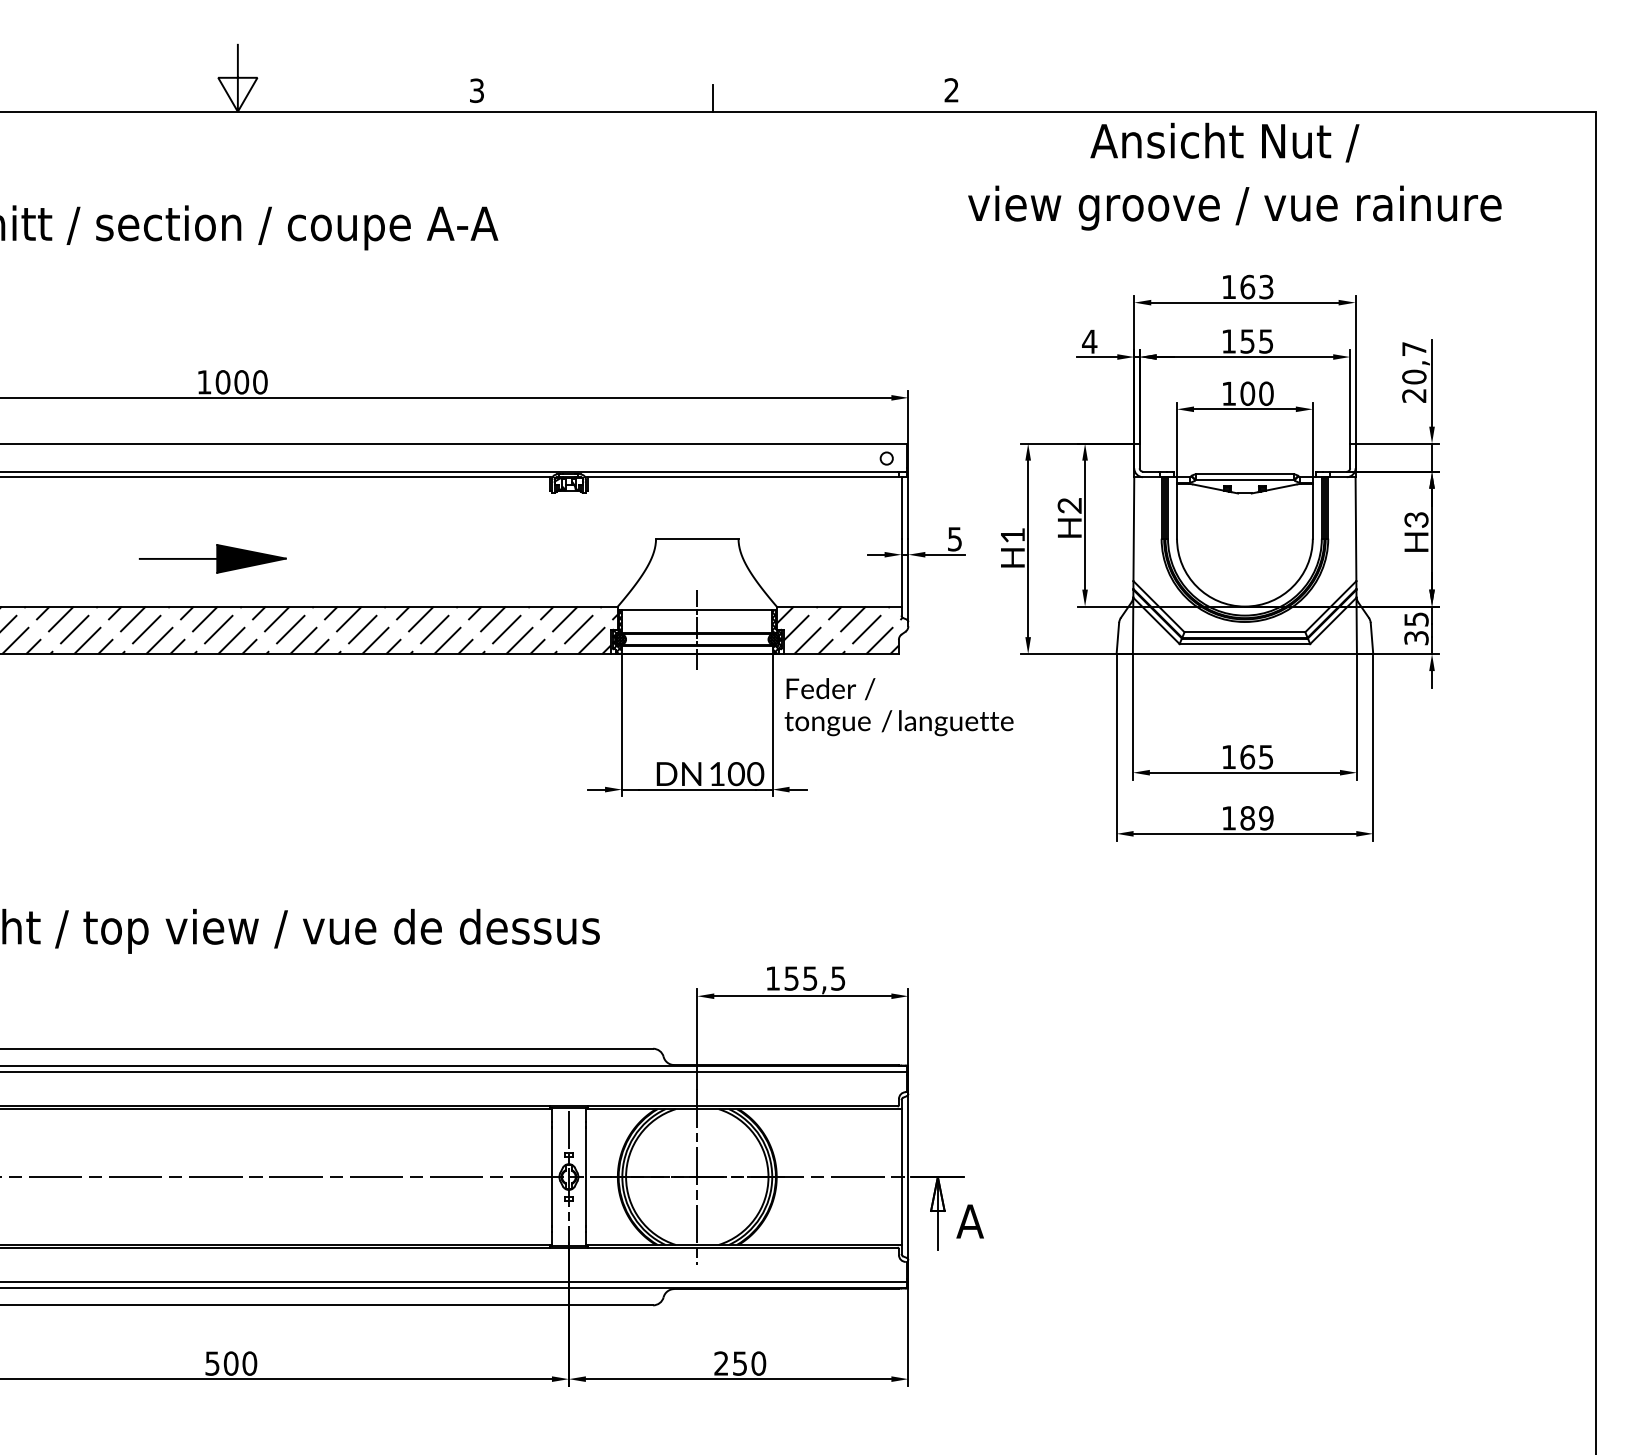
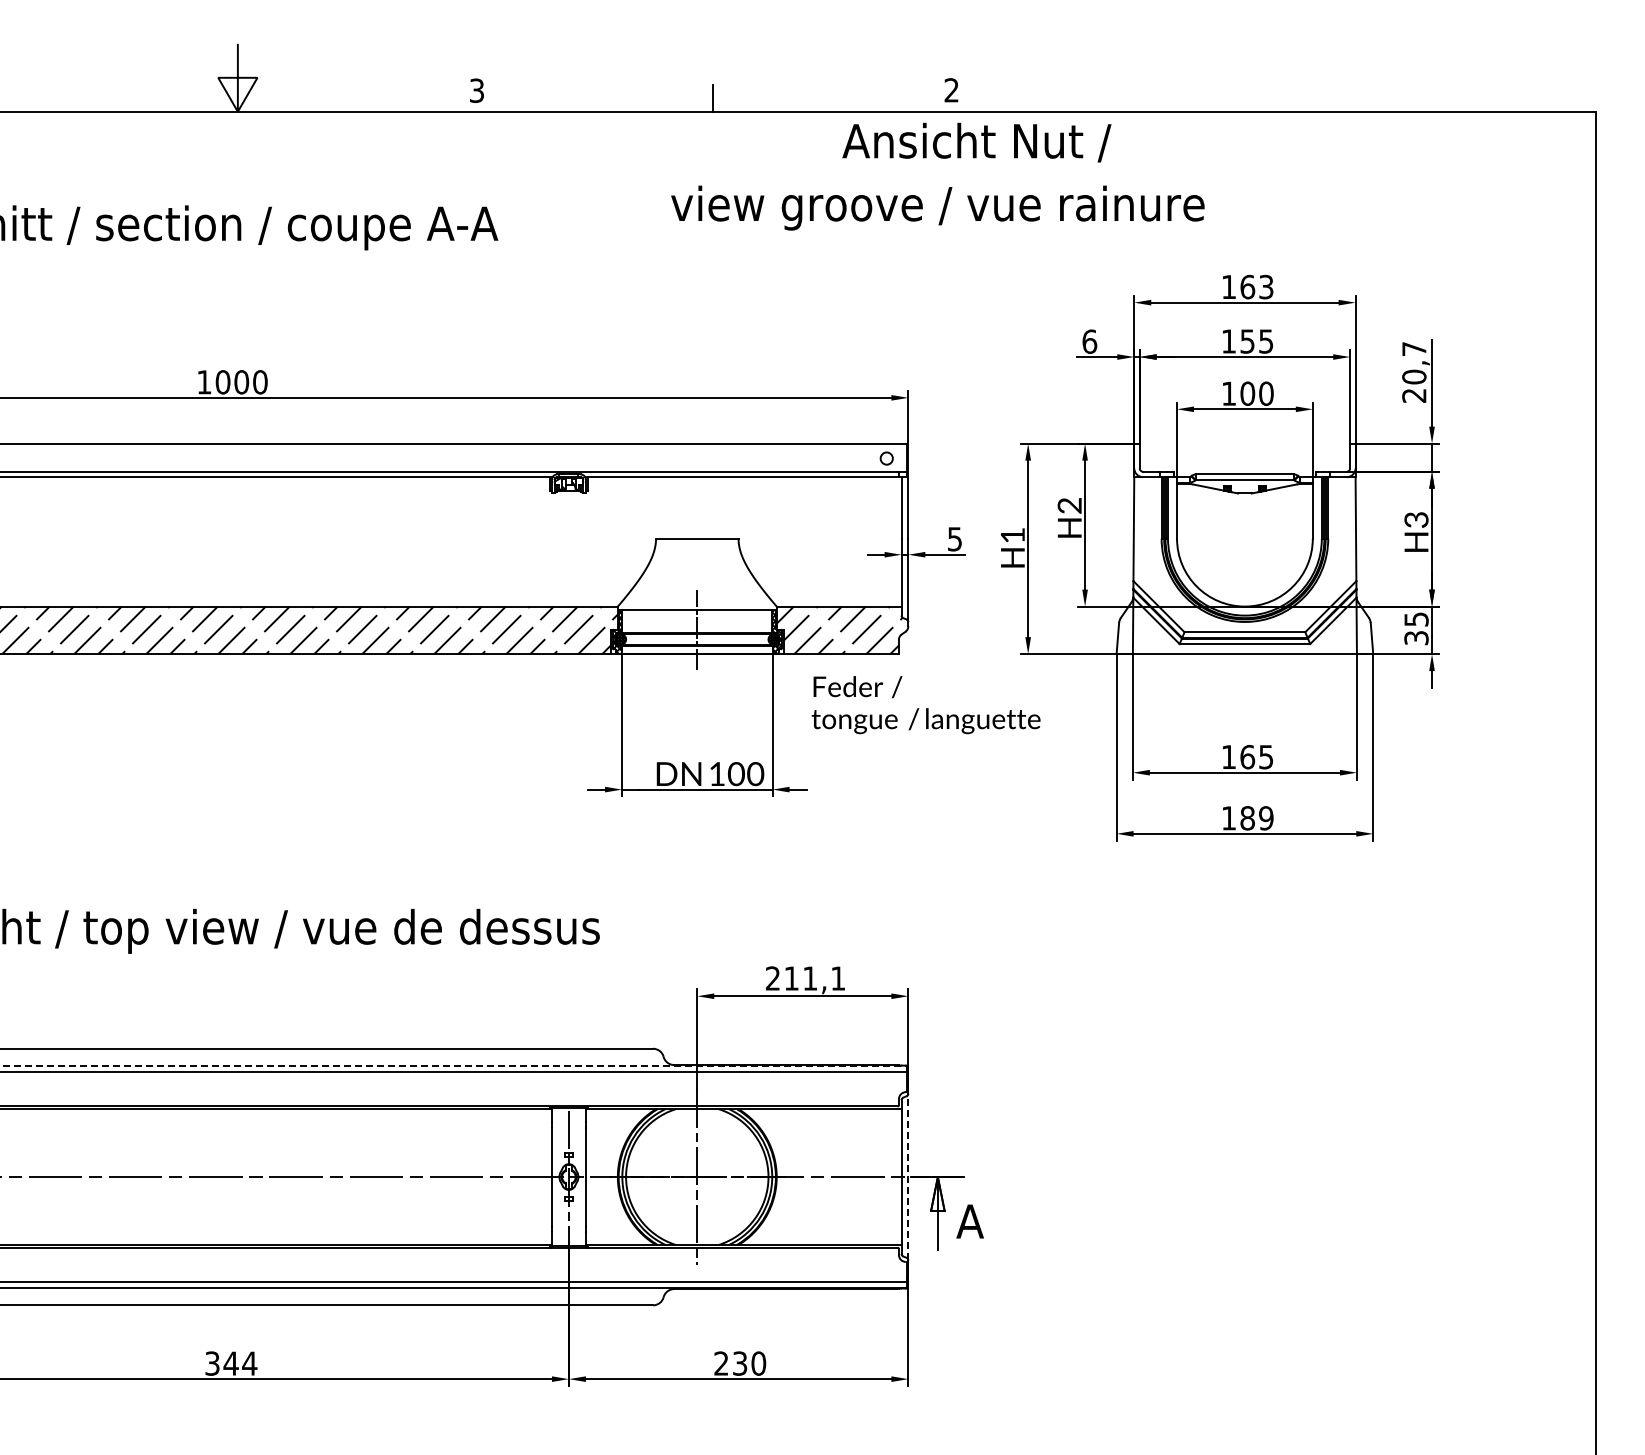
text at (1224, 142) position: (1224, 142) -> (976, 142)
text at (1234, 207) position: (1234, 207) -> (937, 207)
text at (1089, 341): 4 -> 6
part at (212, 558): present -> none
text at (898, 707) position: (898, 707) -> (925, 705)
text at (805, 978): 155,5 -> 211,1
line at (454, 1066): solid -> dashed
line at (908, 1176): solid -> dashed
text at (231, 1363): 500 -> 344
text at (740, 1363): 250 -> 230
